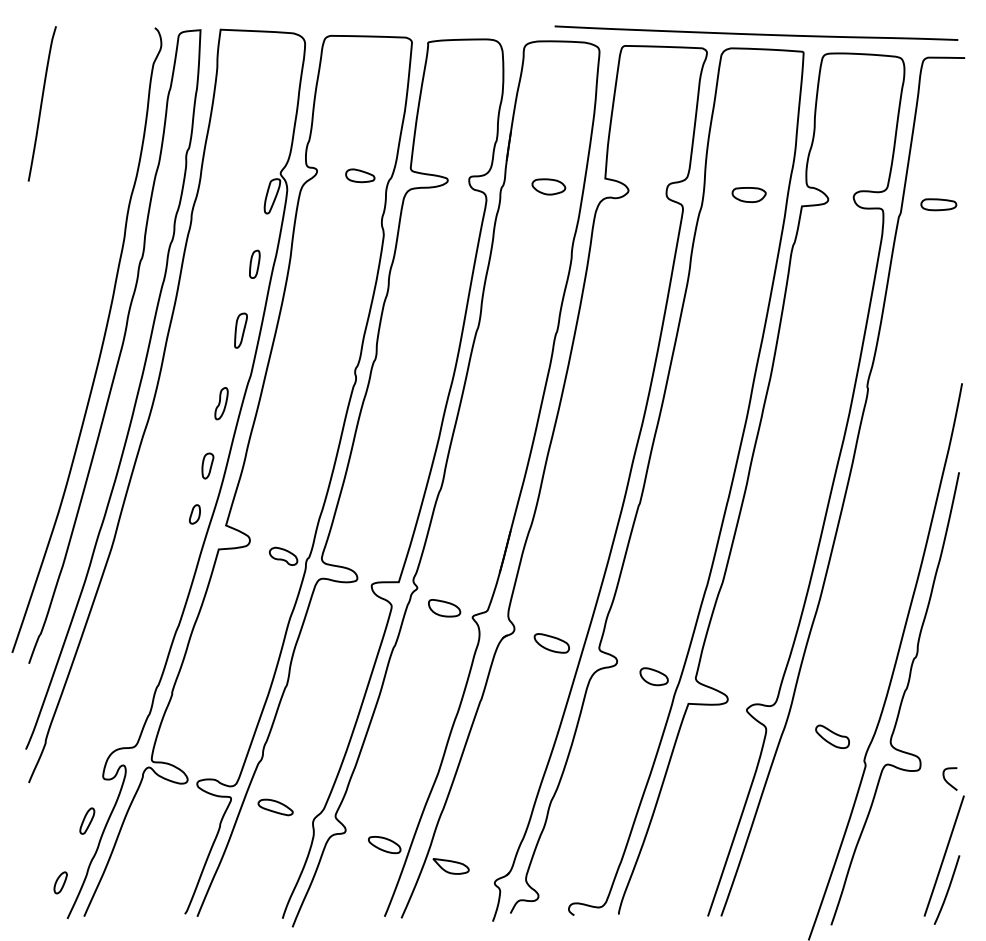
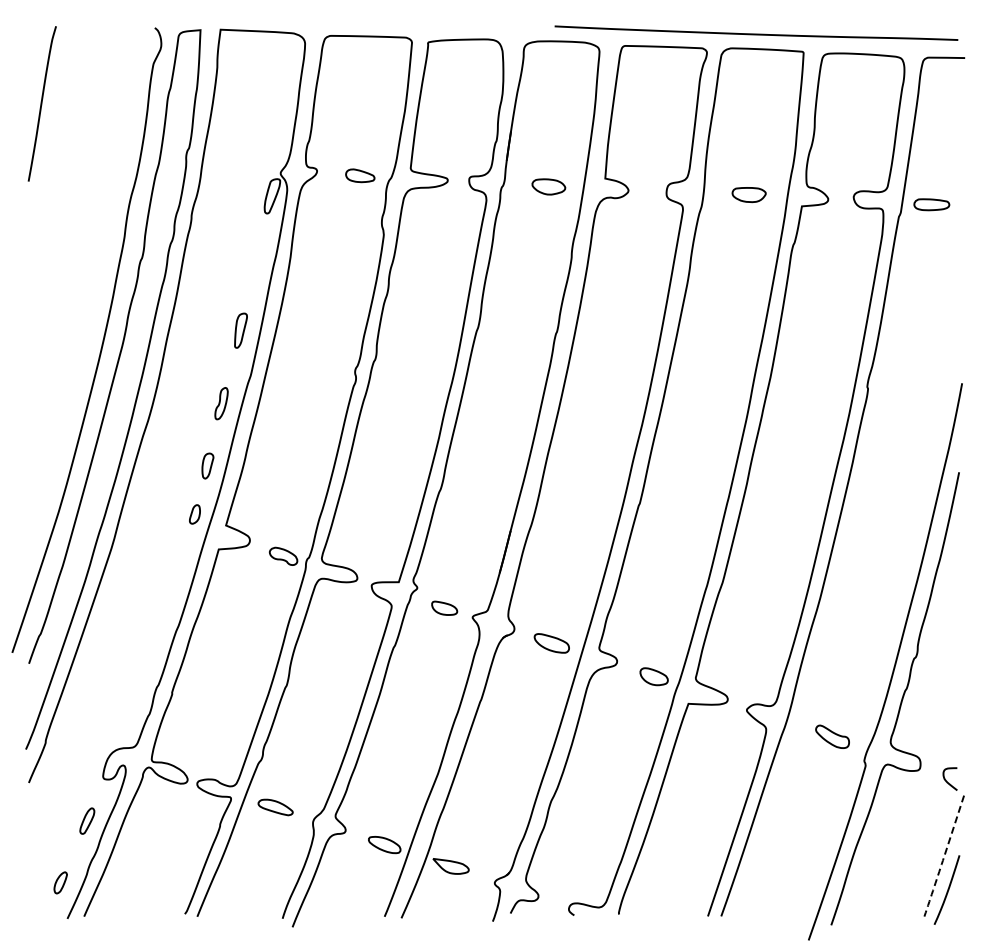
part at (938, 204) position: (938, 204) -> (931, 204)
part at (254, 263): present -> none
part at (444, 608) size: 34x19 px -> 28x16 px
line at (943, 857): solid -> dashed
